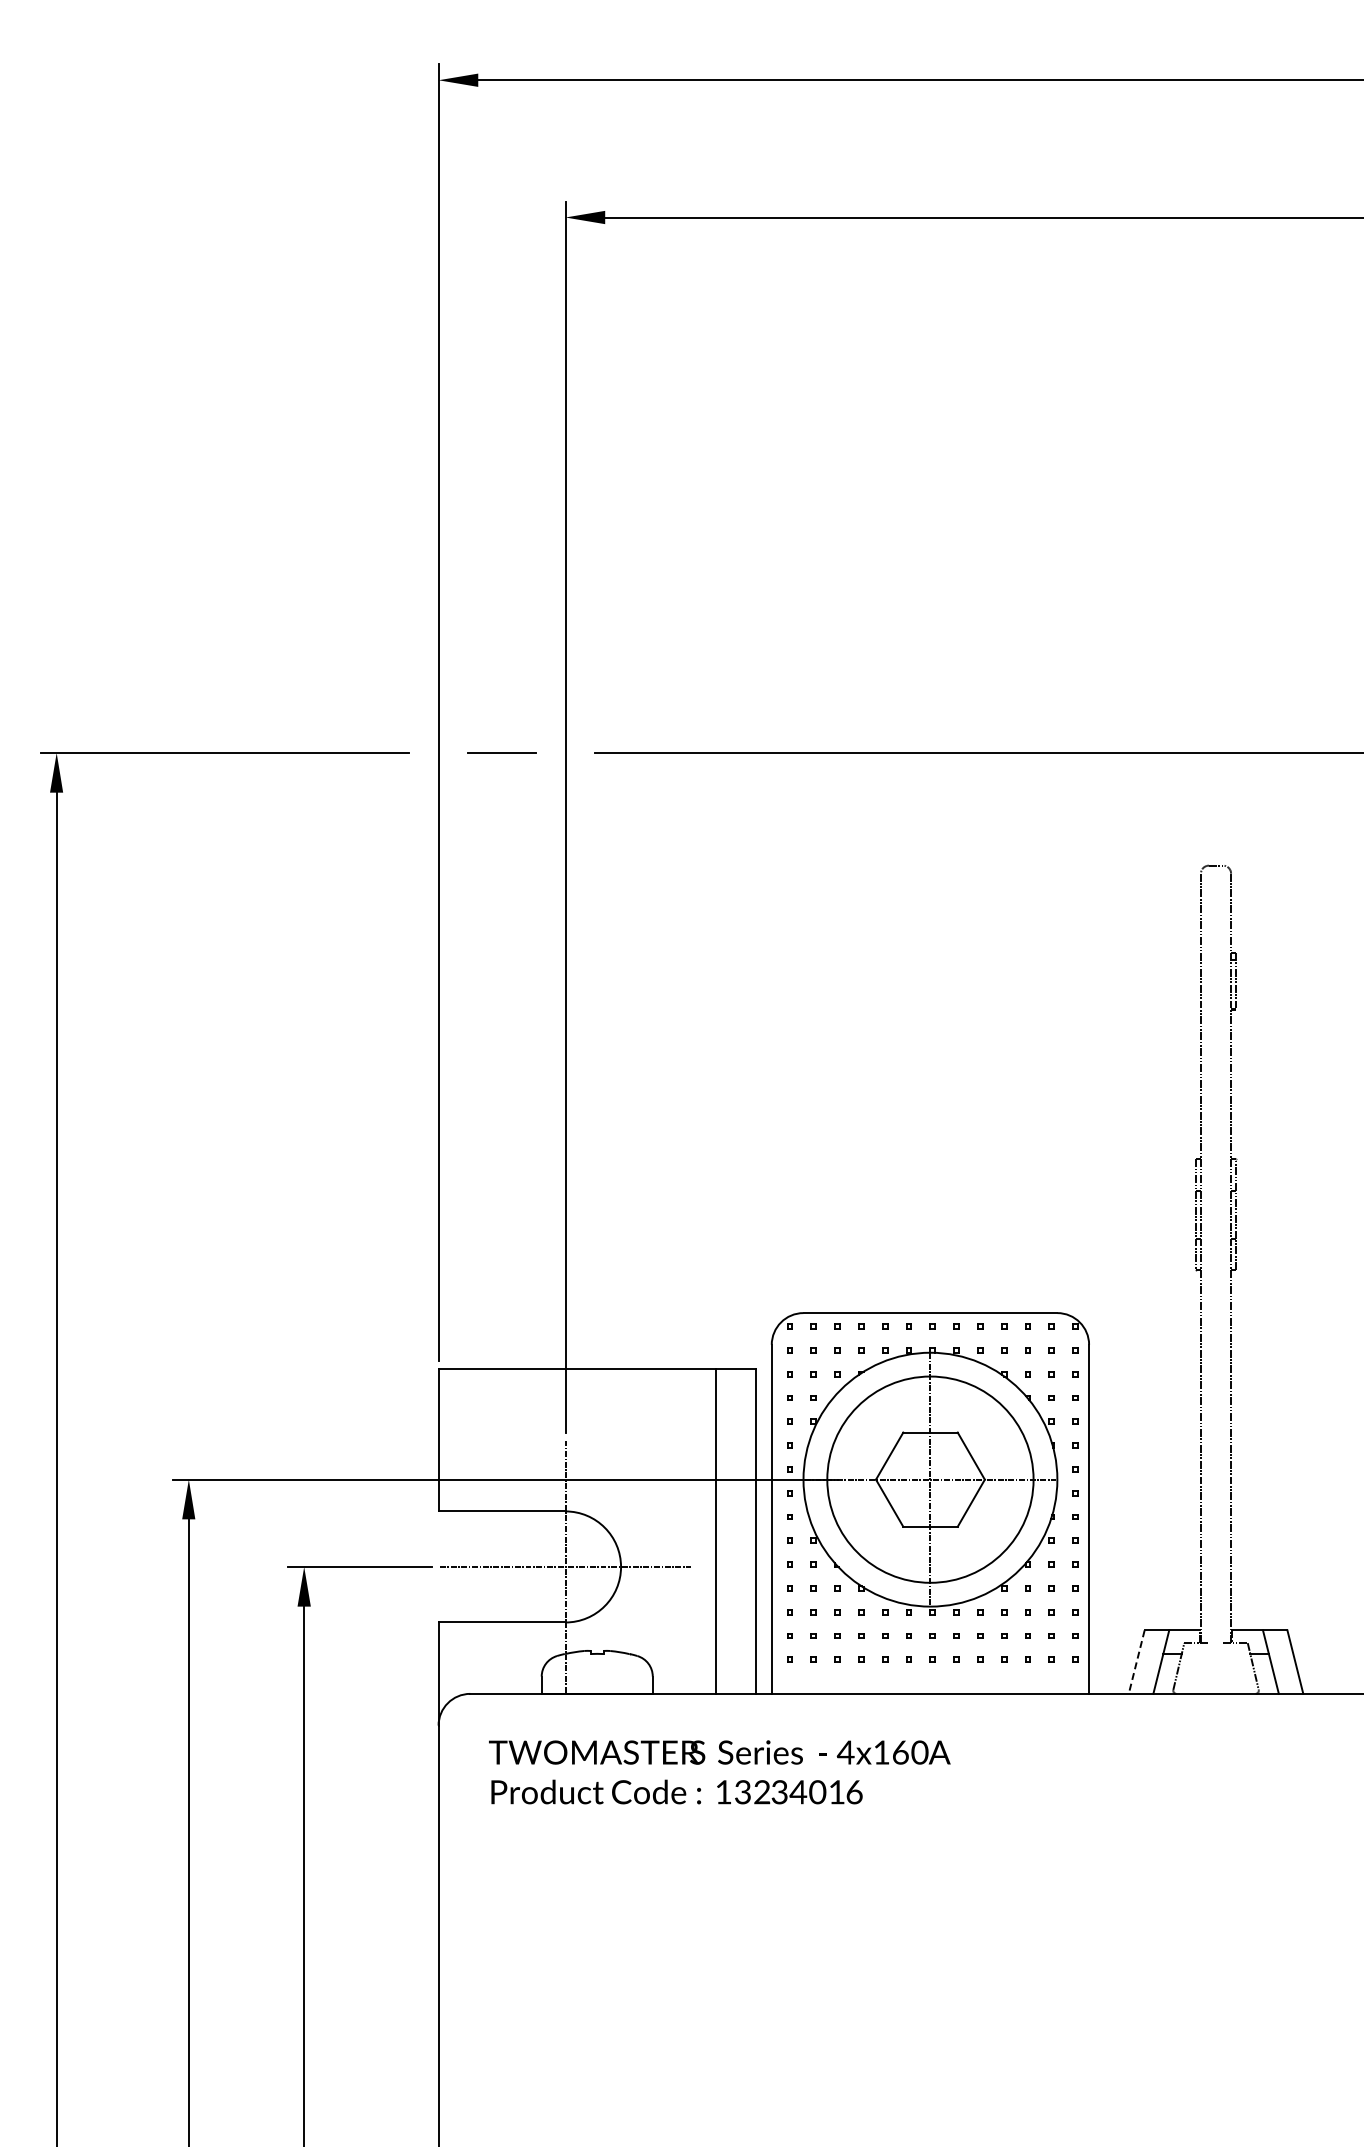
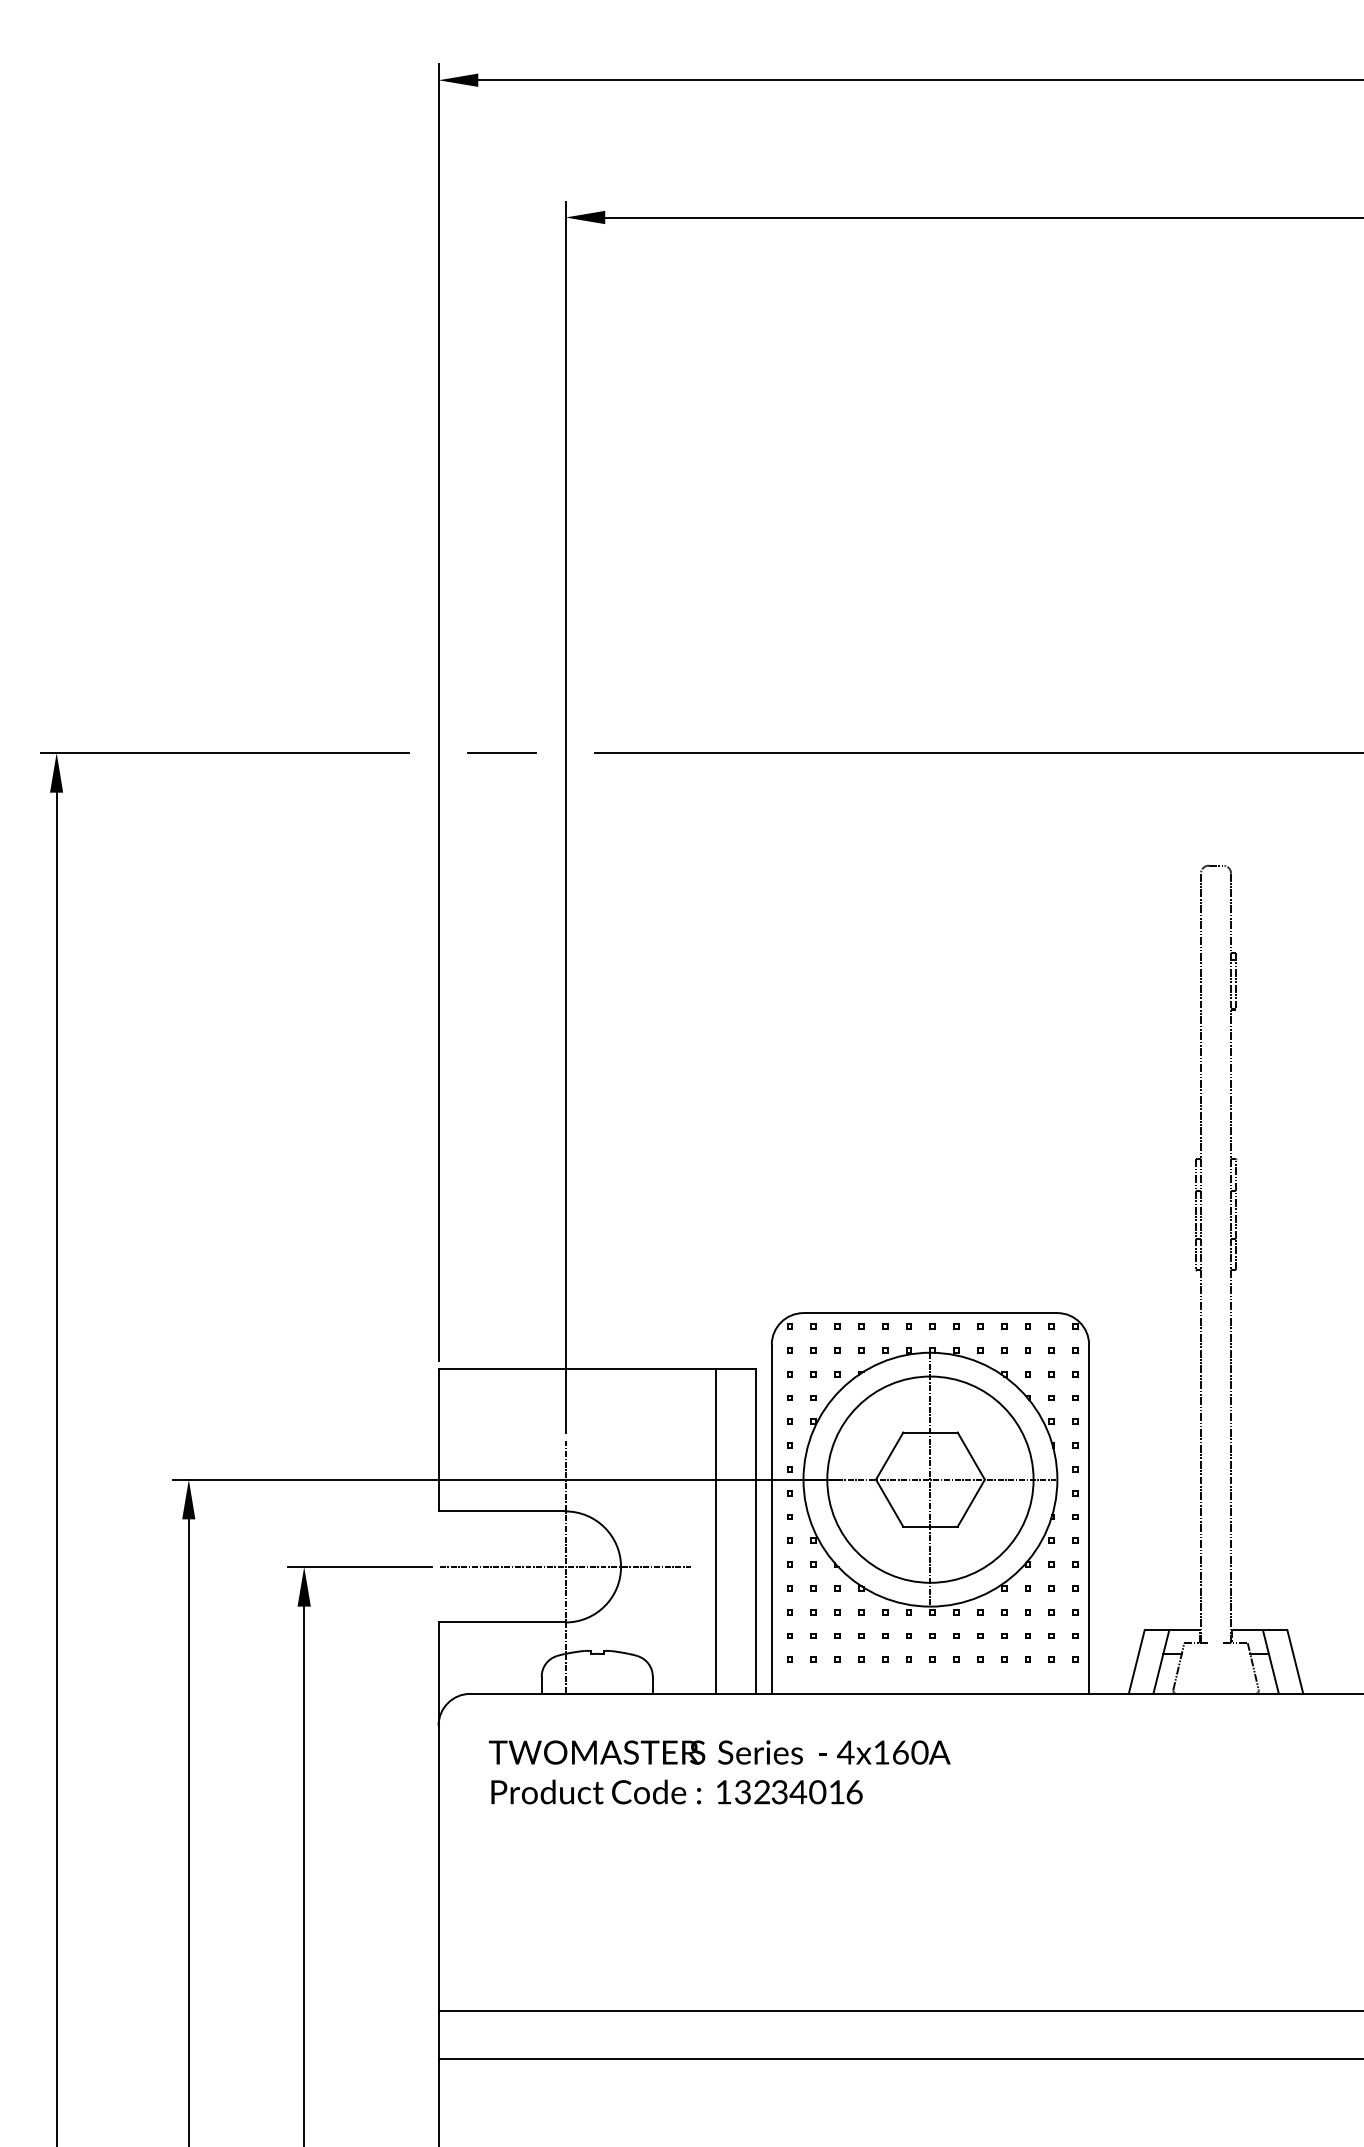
line at (1136, 1662): dashed -> solid
line at (899, 2011): none -> present
line at (899, 2058): none -> present
